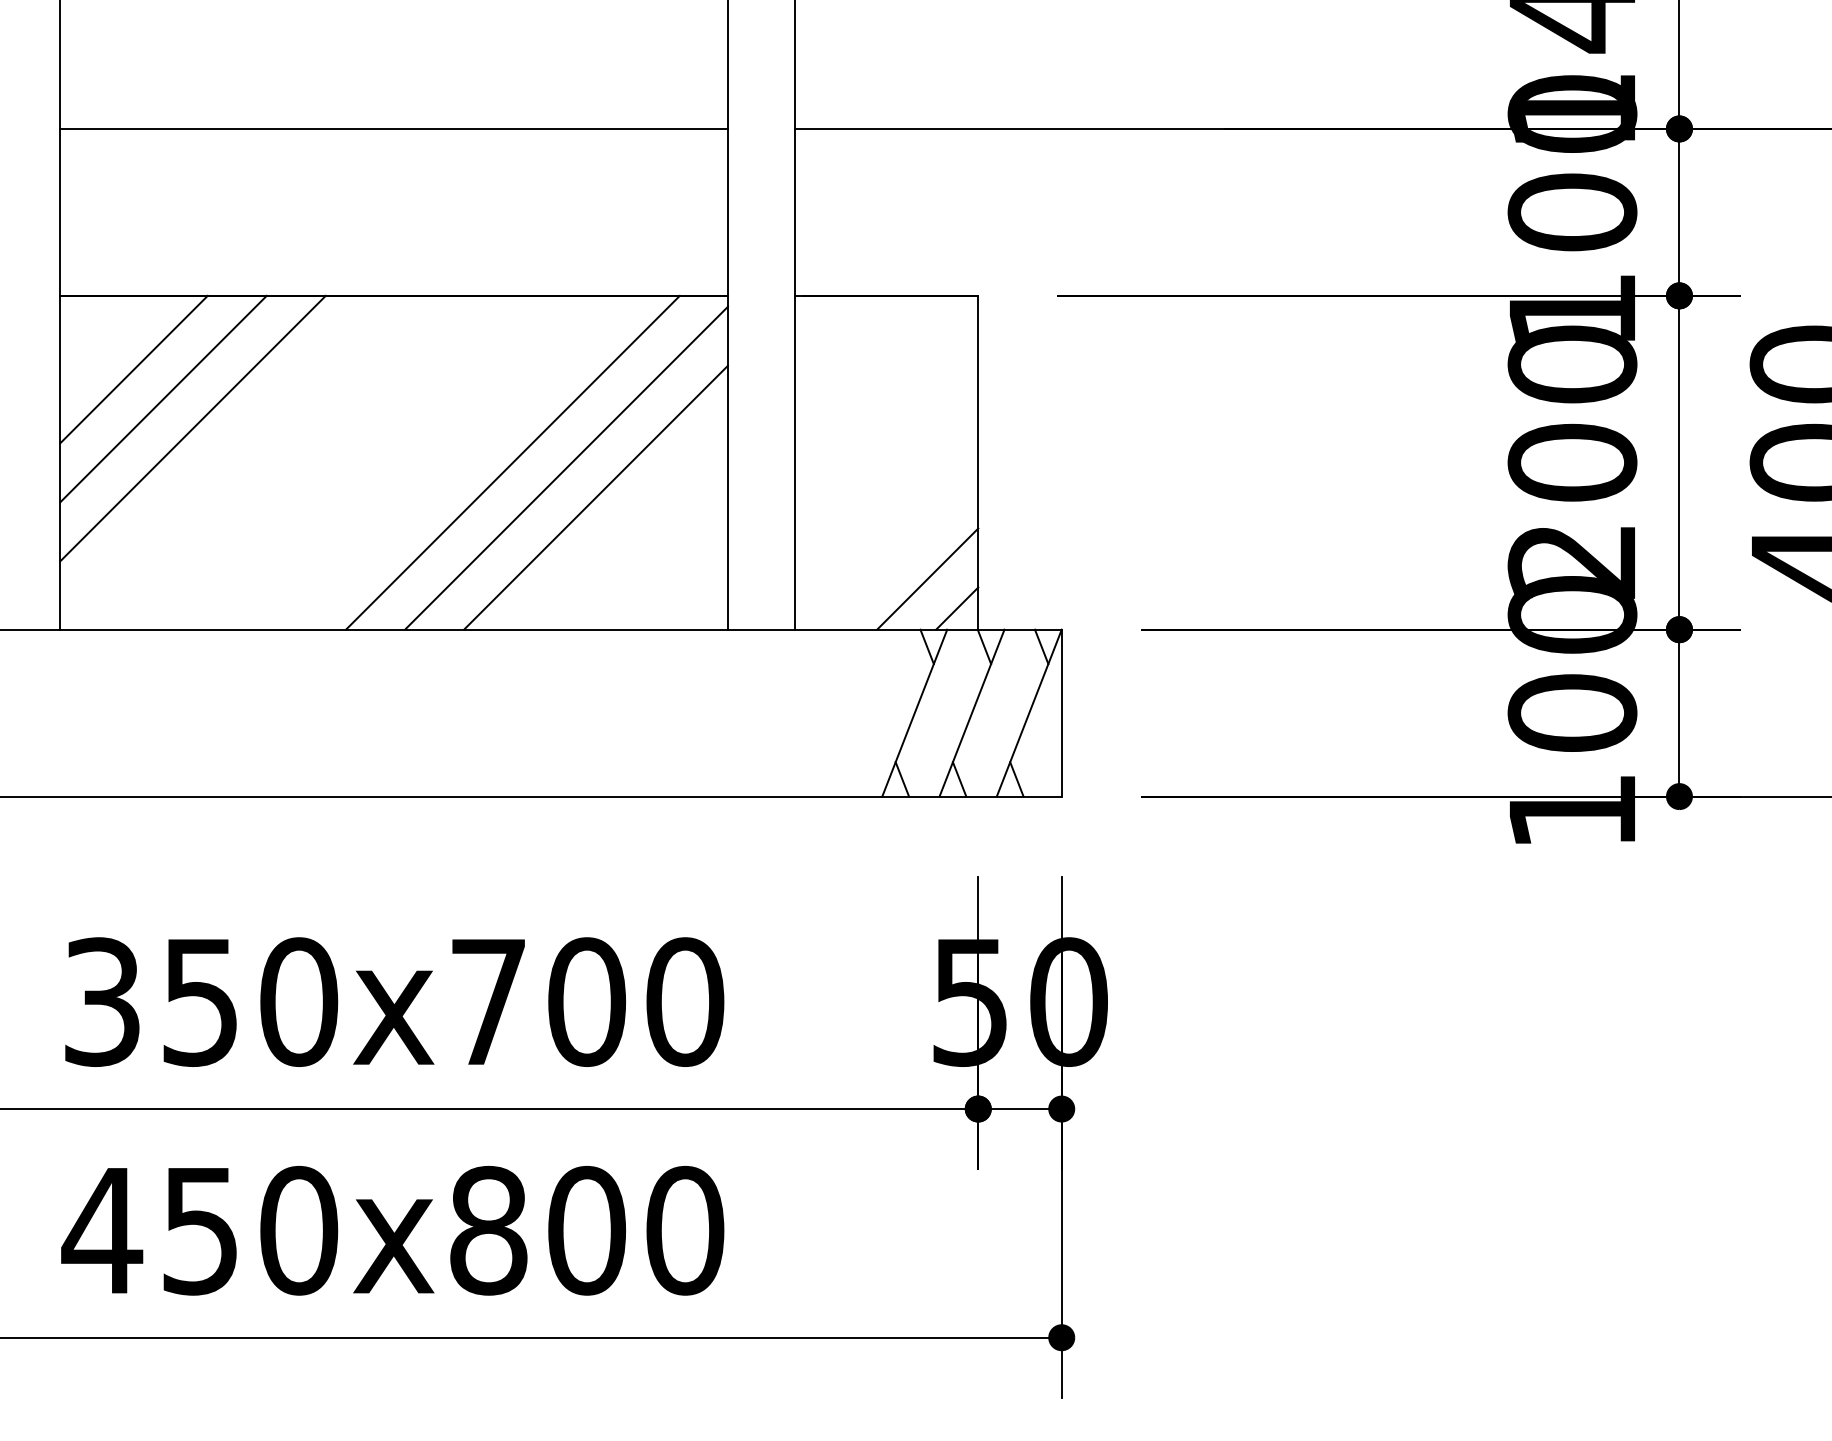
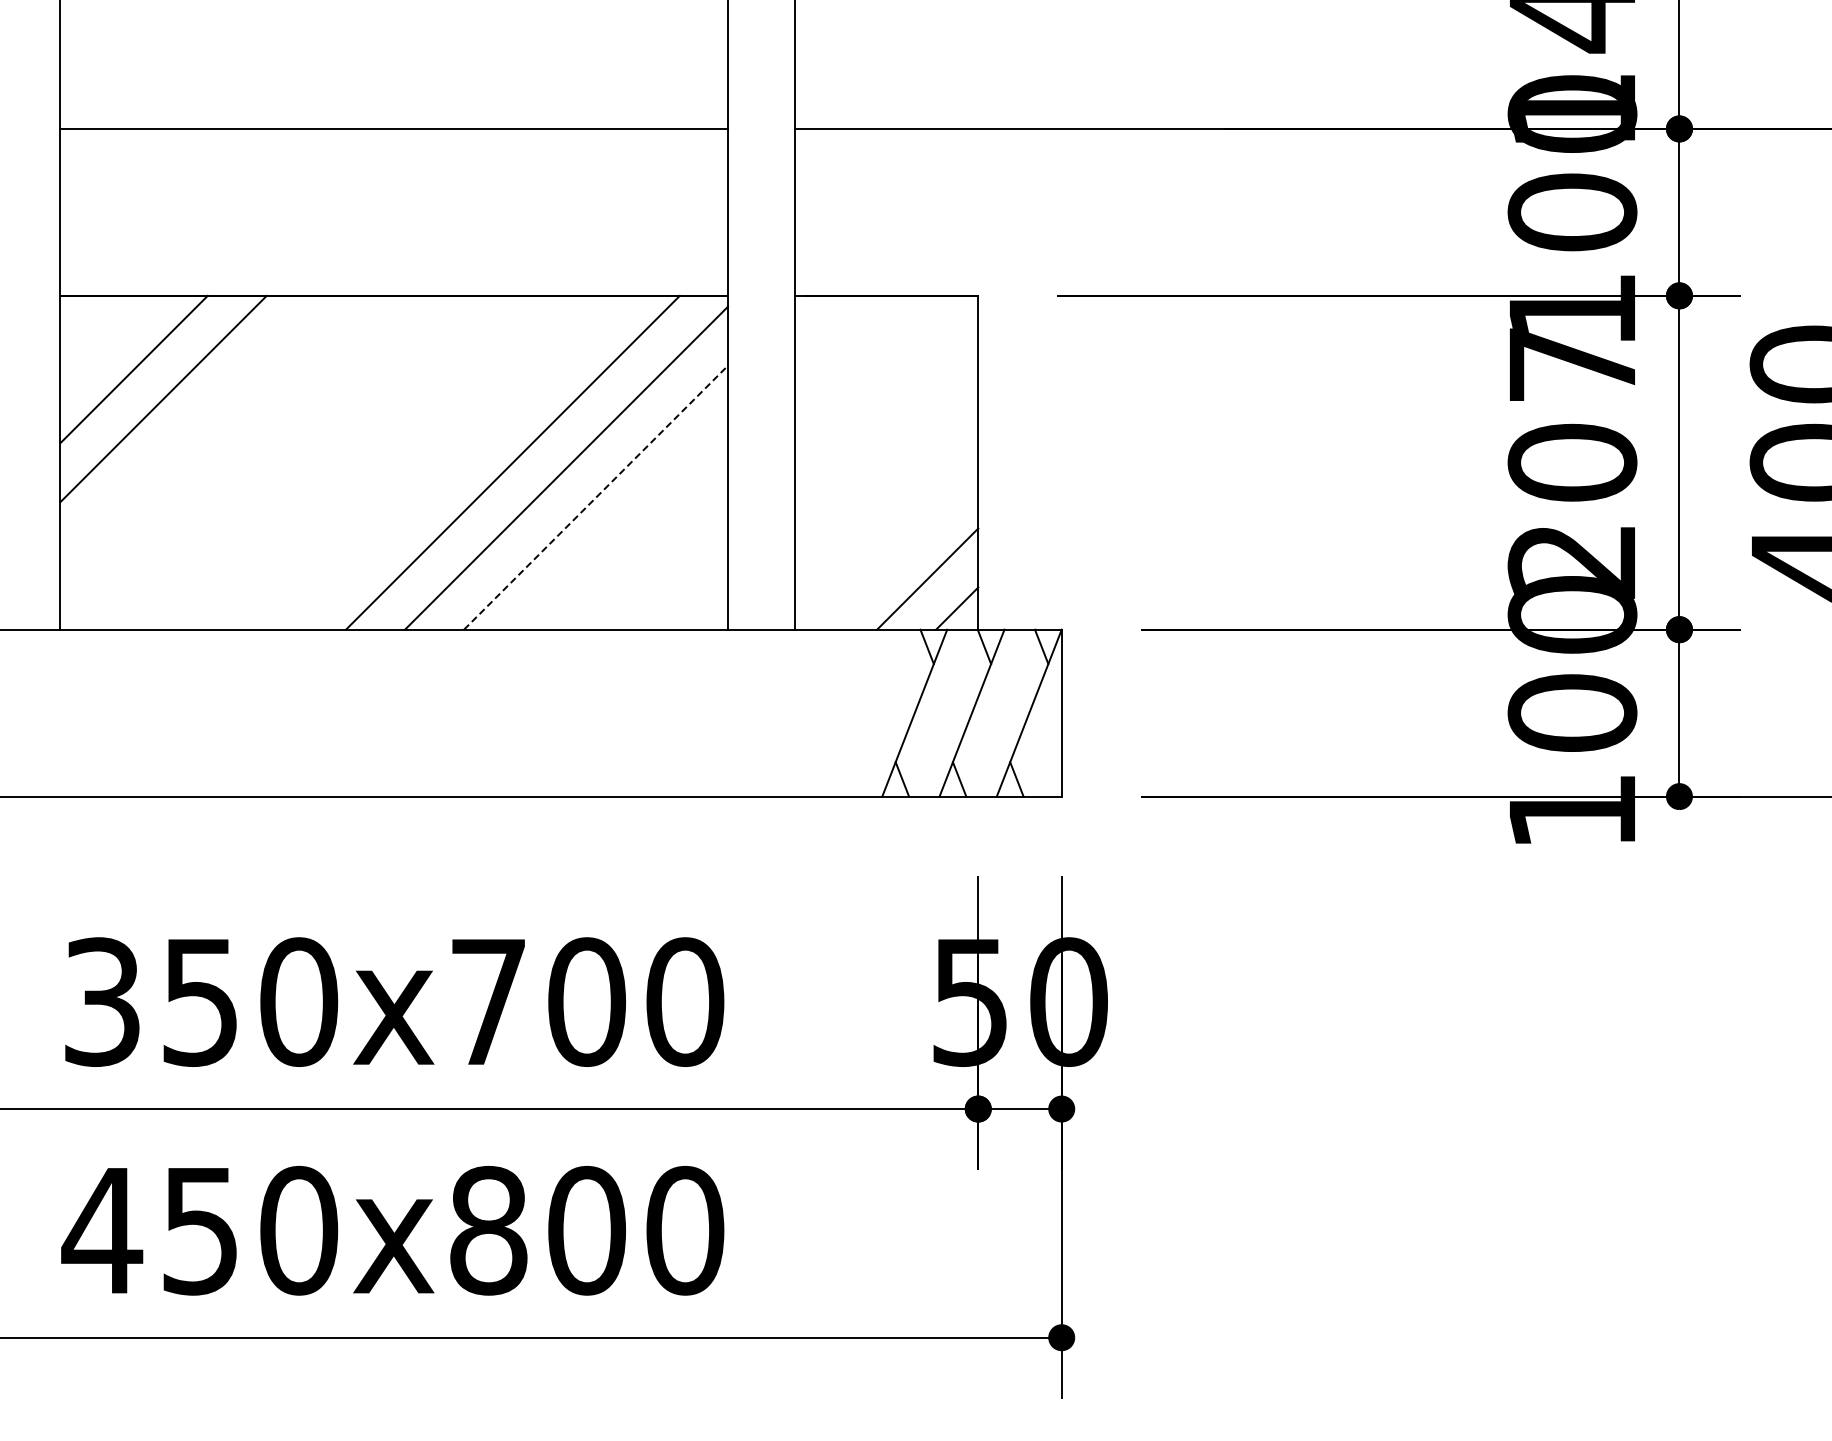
text at (1572, 364): 200 -> 207
line at (192, 428): present -> none
line at (596, 497): solid -> dashed
